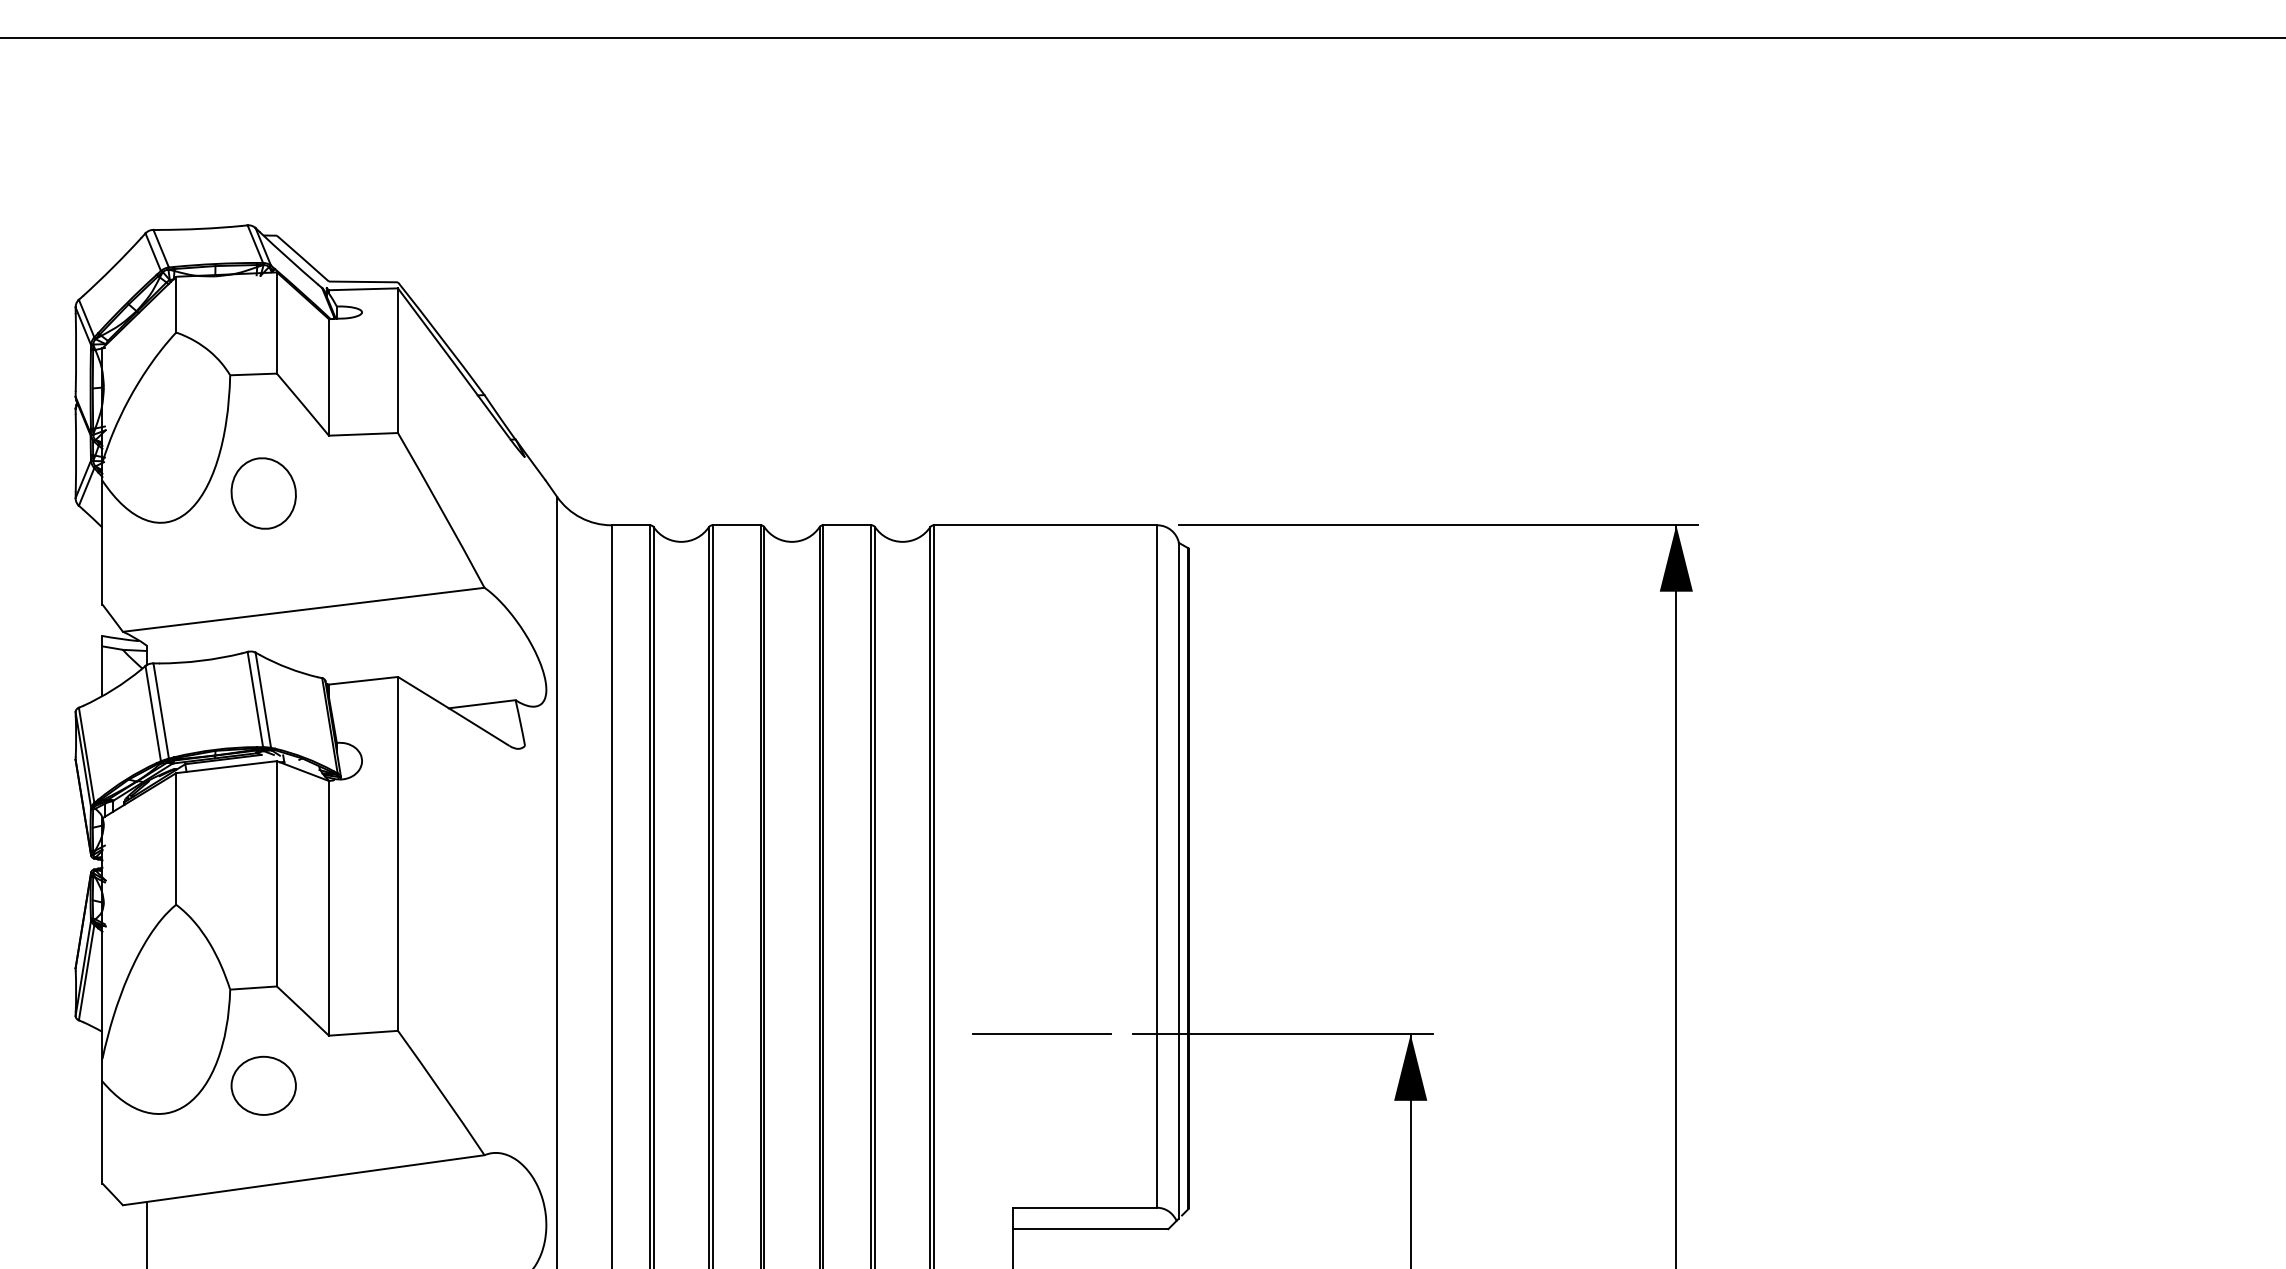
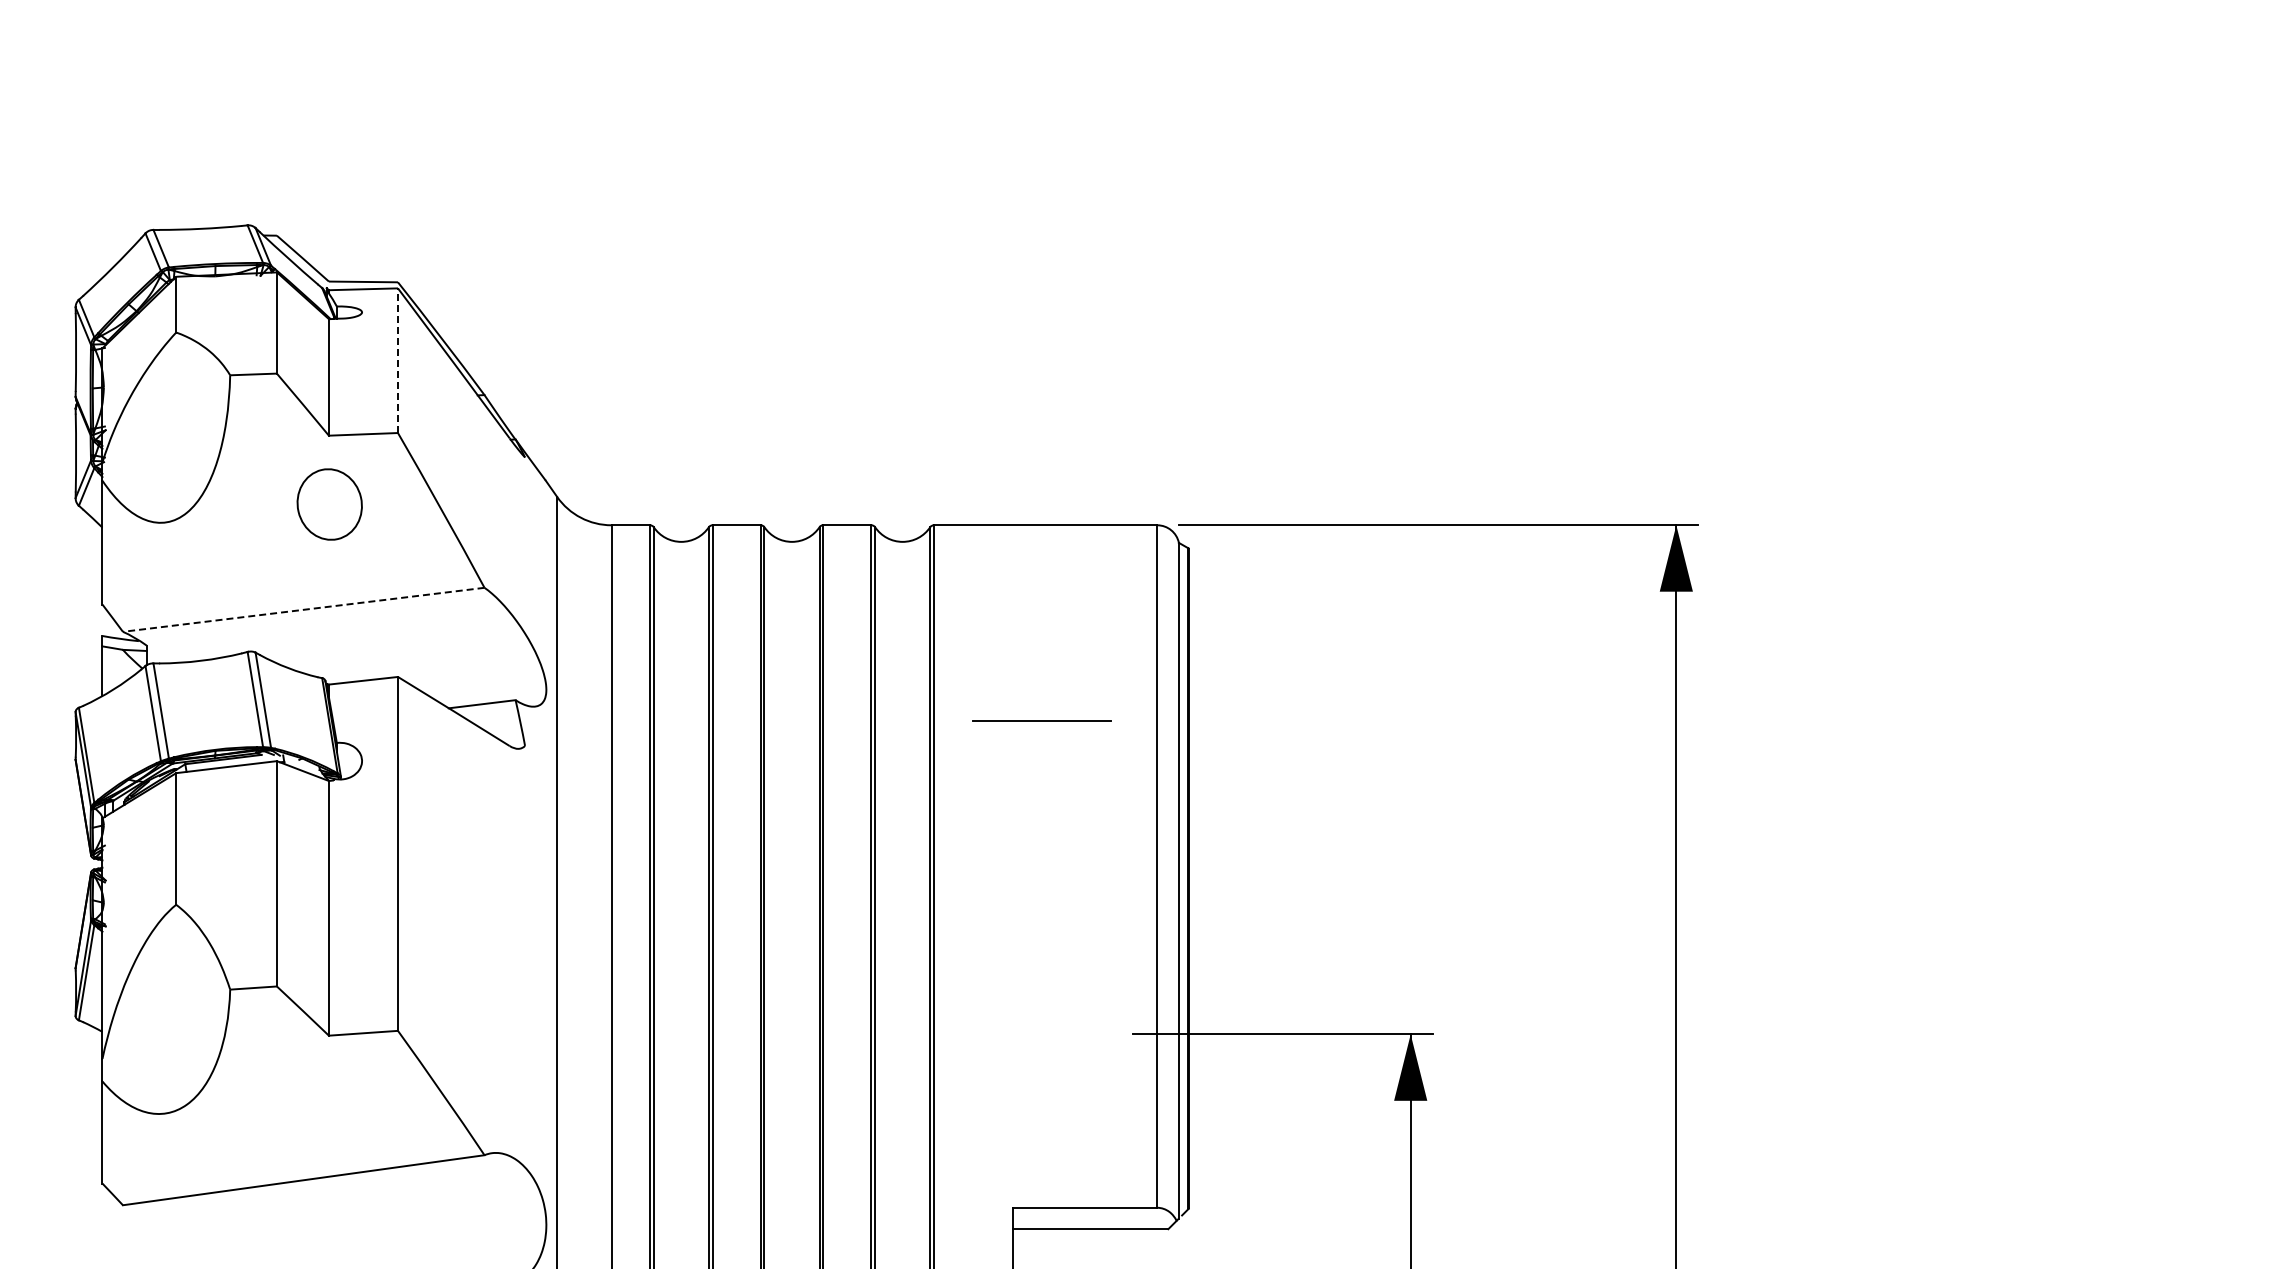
line at (1142, 37): present -> none
line at (397, 360): solid -> dashed
part at (263, 493) position: (263, 493) -> (329, 504)
line at (303, 609): solid -> dashed
line at (1041, 1033) position: (1041, 1033) -> (1041, 720)
part at (263, 1085): present -> none
line at (146, 1233): present -> none
